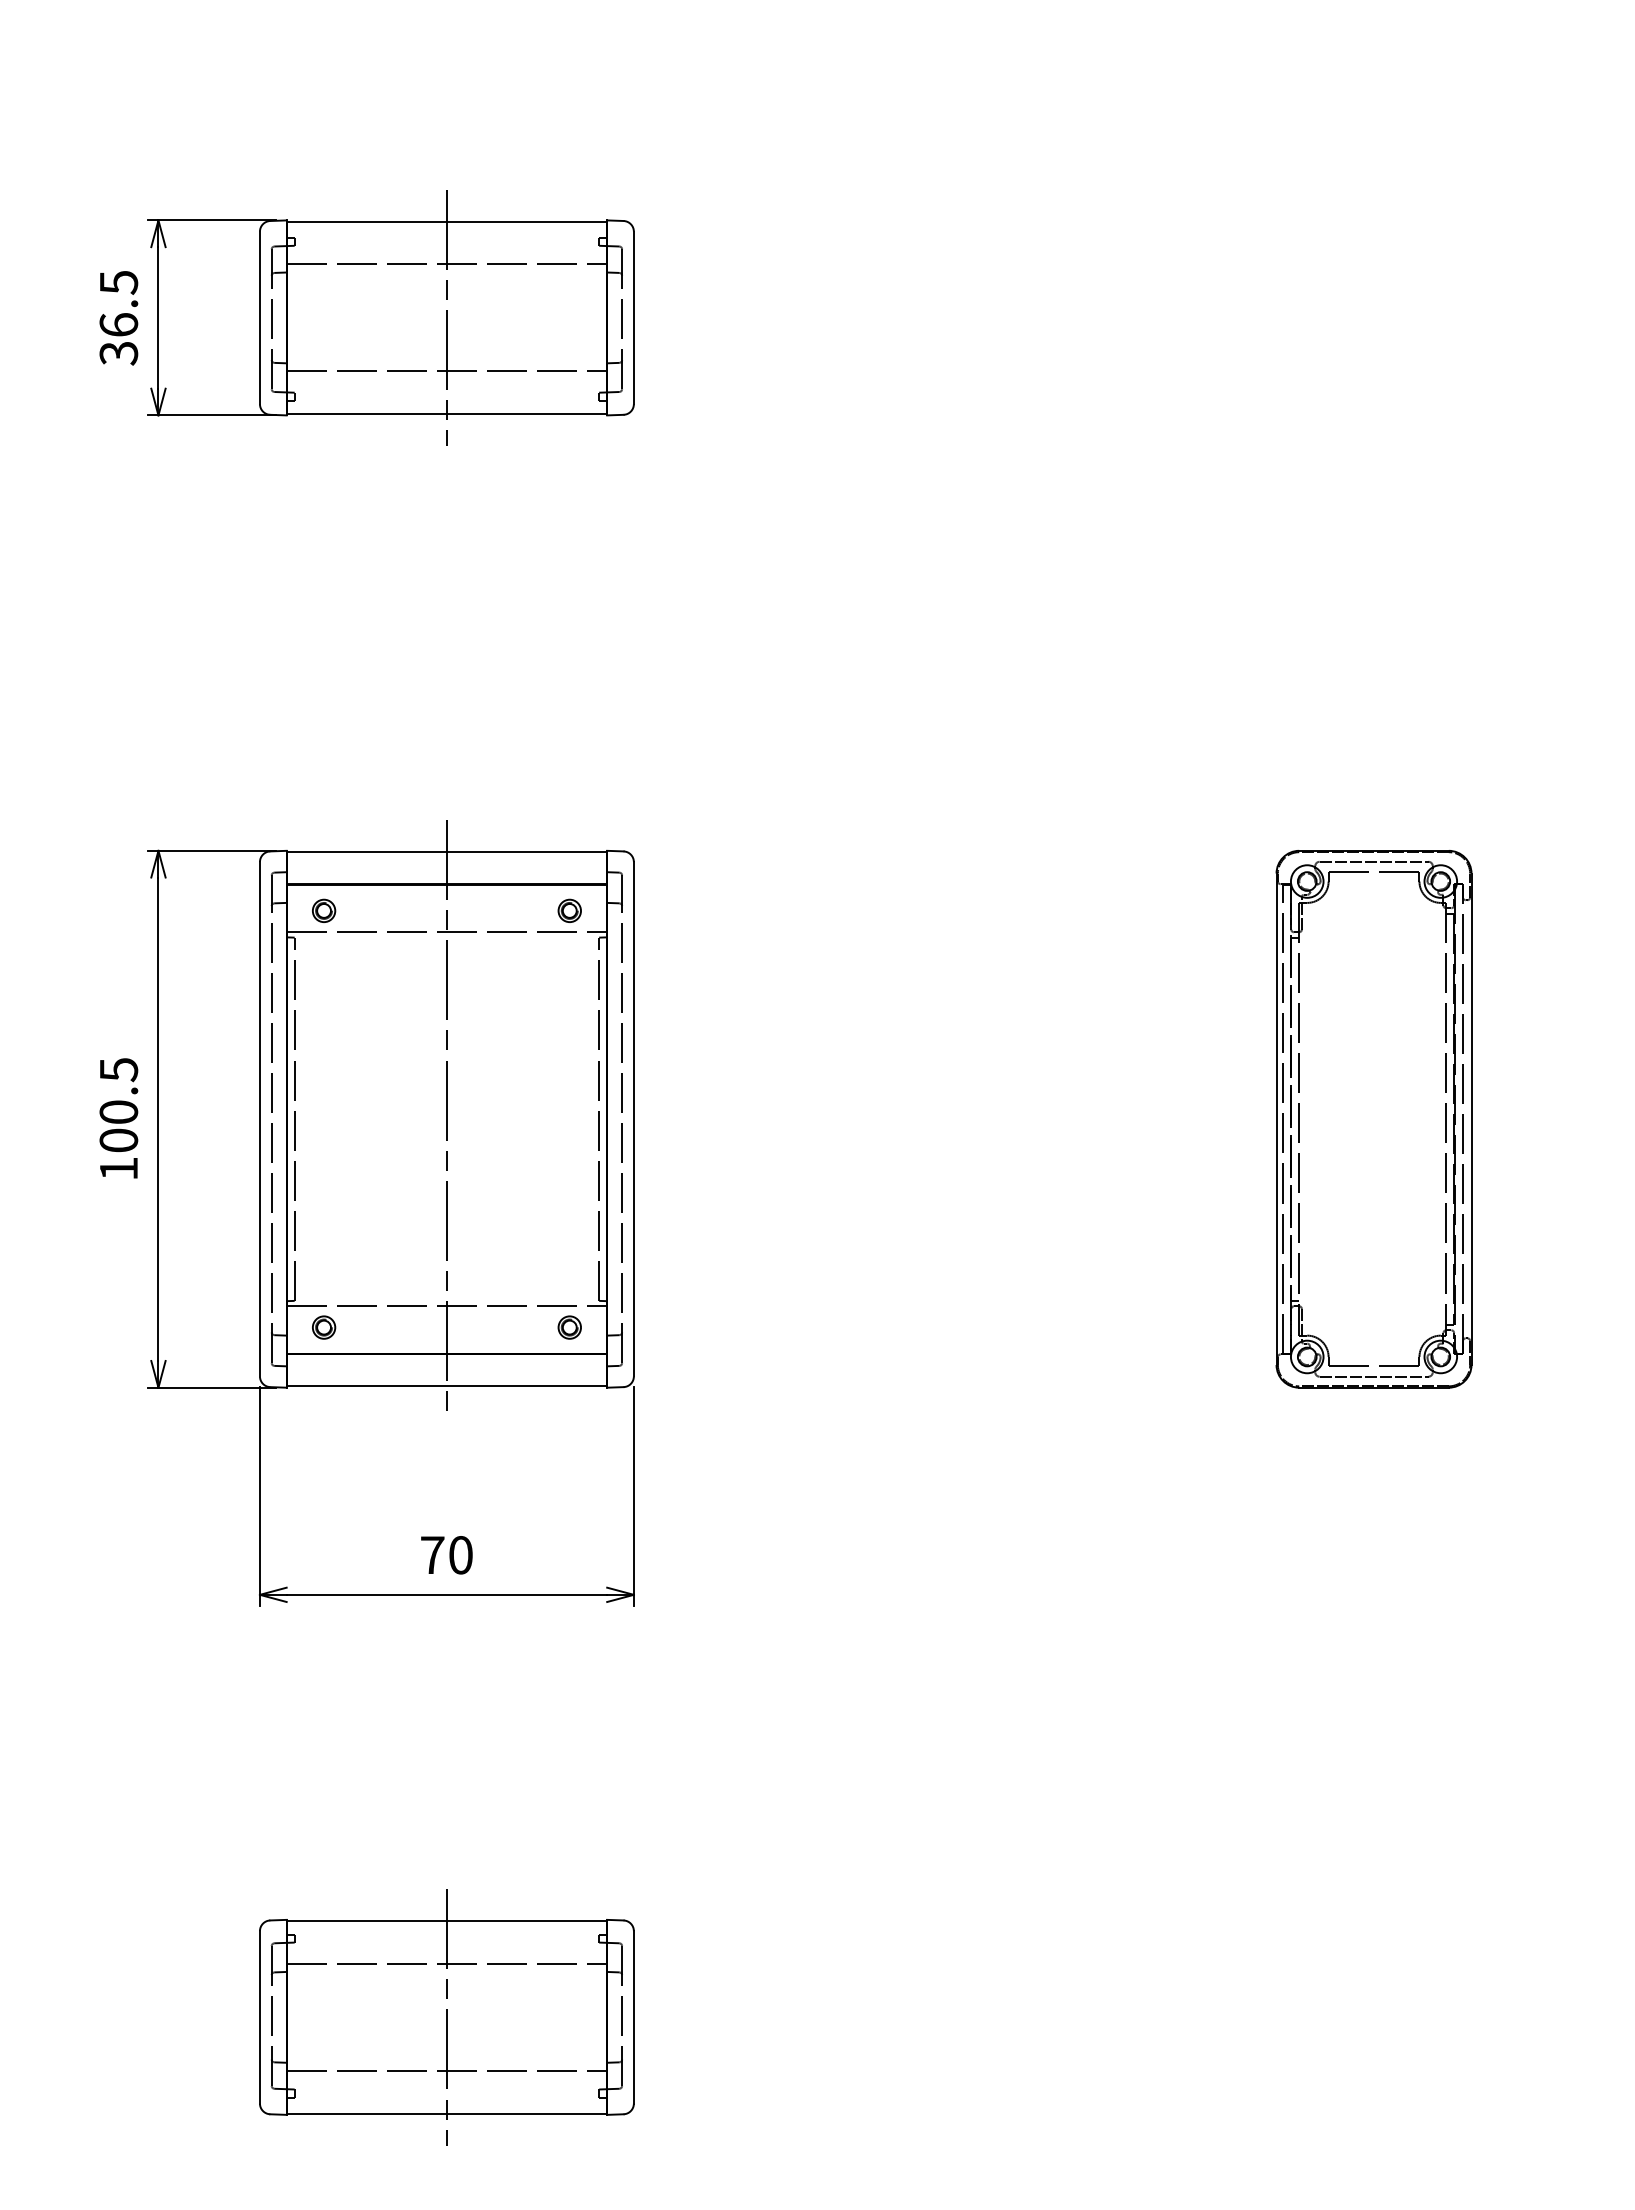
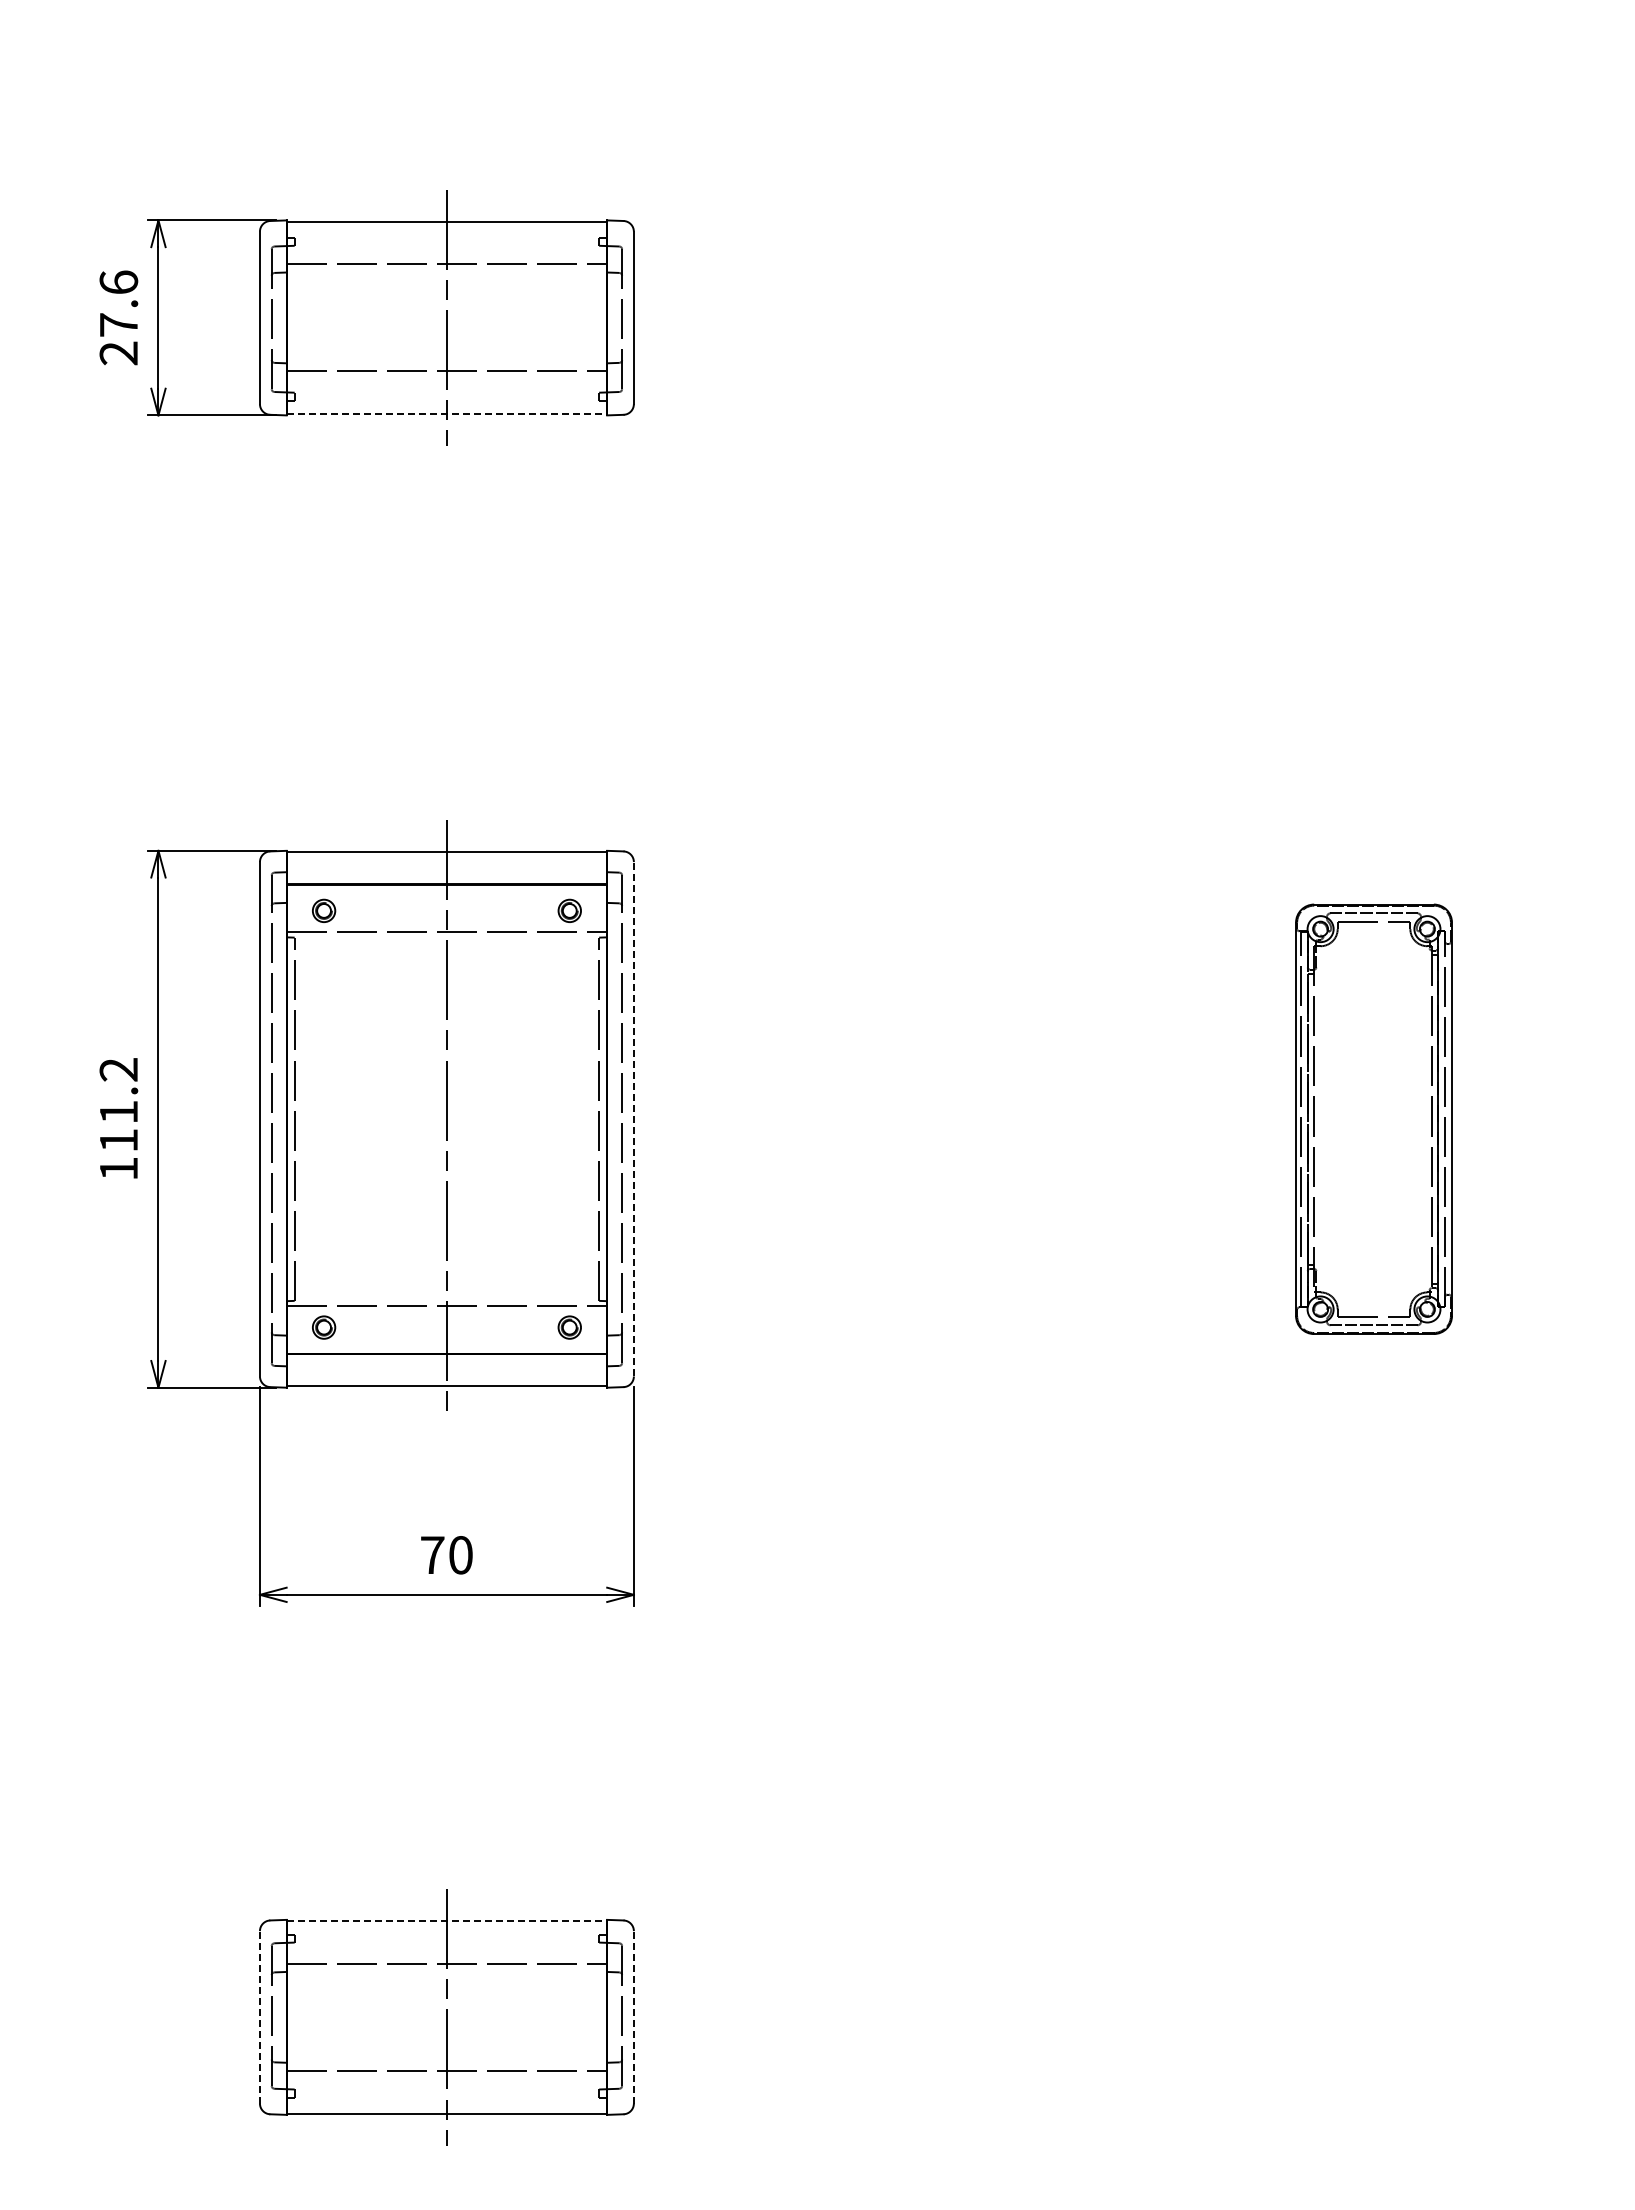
text at (118, 317): 36.5 -> 27.6
line at (447, 414): solid -> dashed
text at (118, 1105): 100.5 -> 111.2
line at (633, 1118): solid -> dashed
part at (1373, 1119) size: 198x539 px -> 158x432 px
line at (447, 1921): solid -> dashed
line at (259, 2016): solid -> dashed
line at (633, 2016): solid -> dashed
